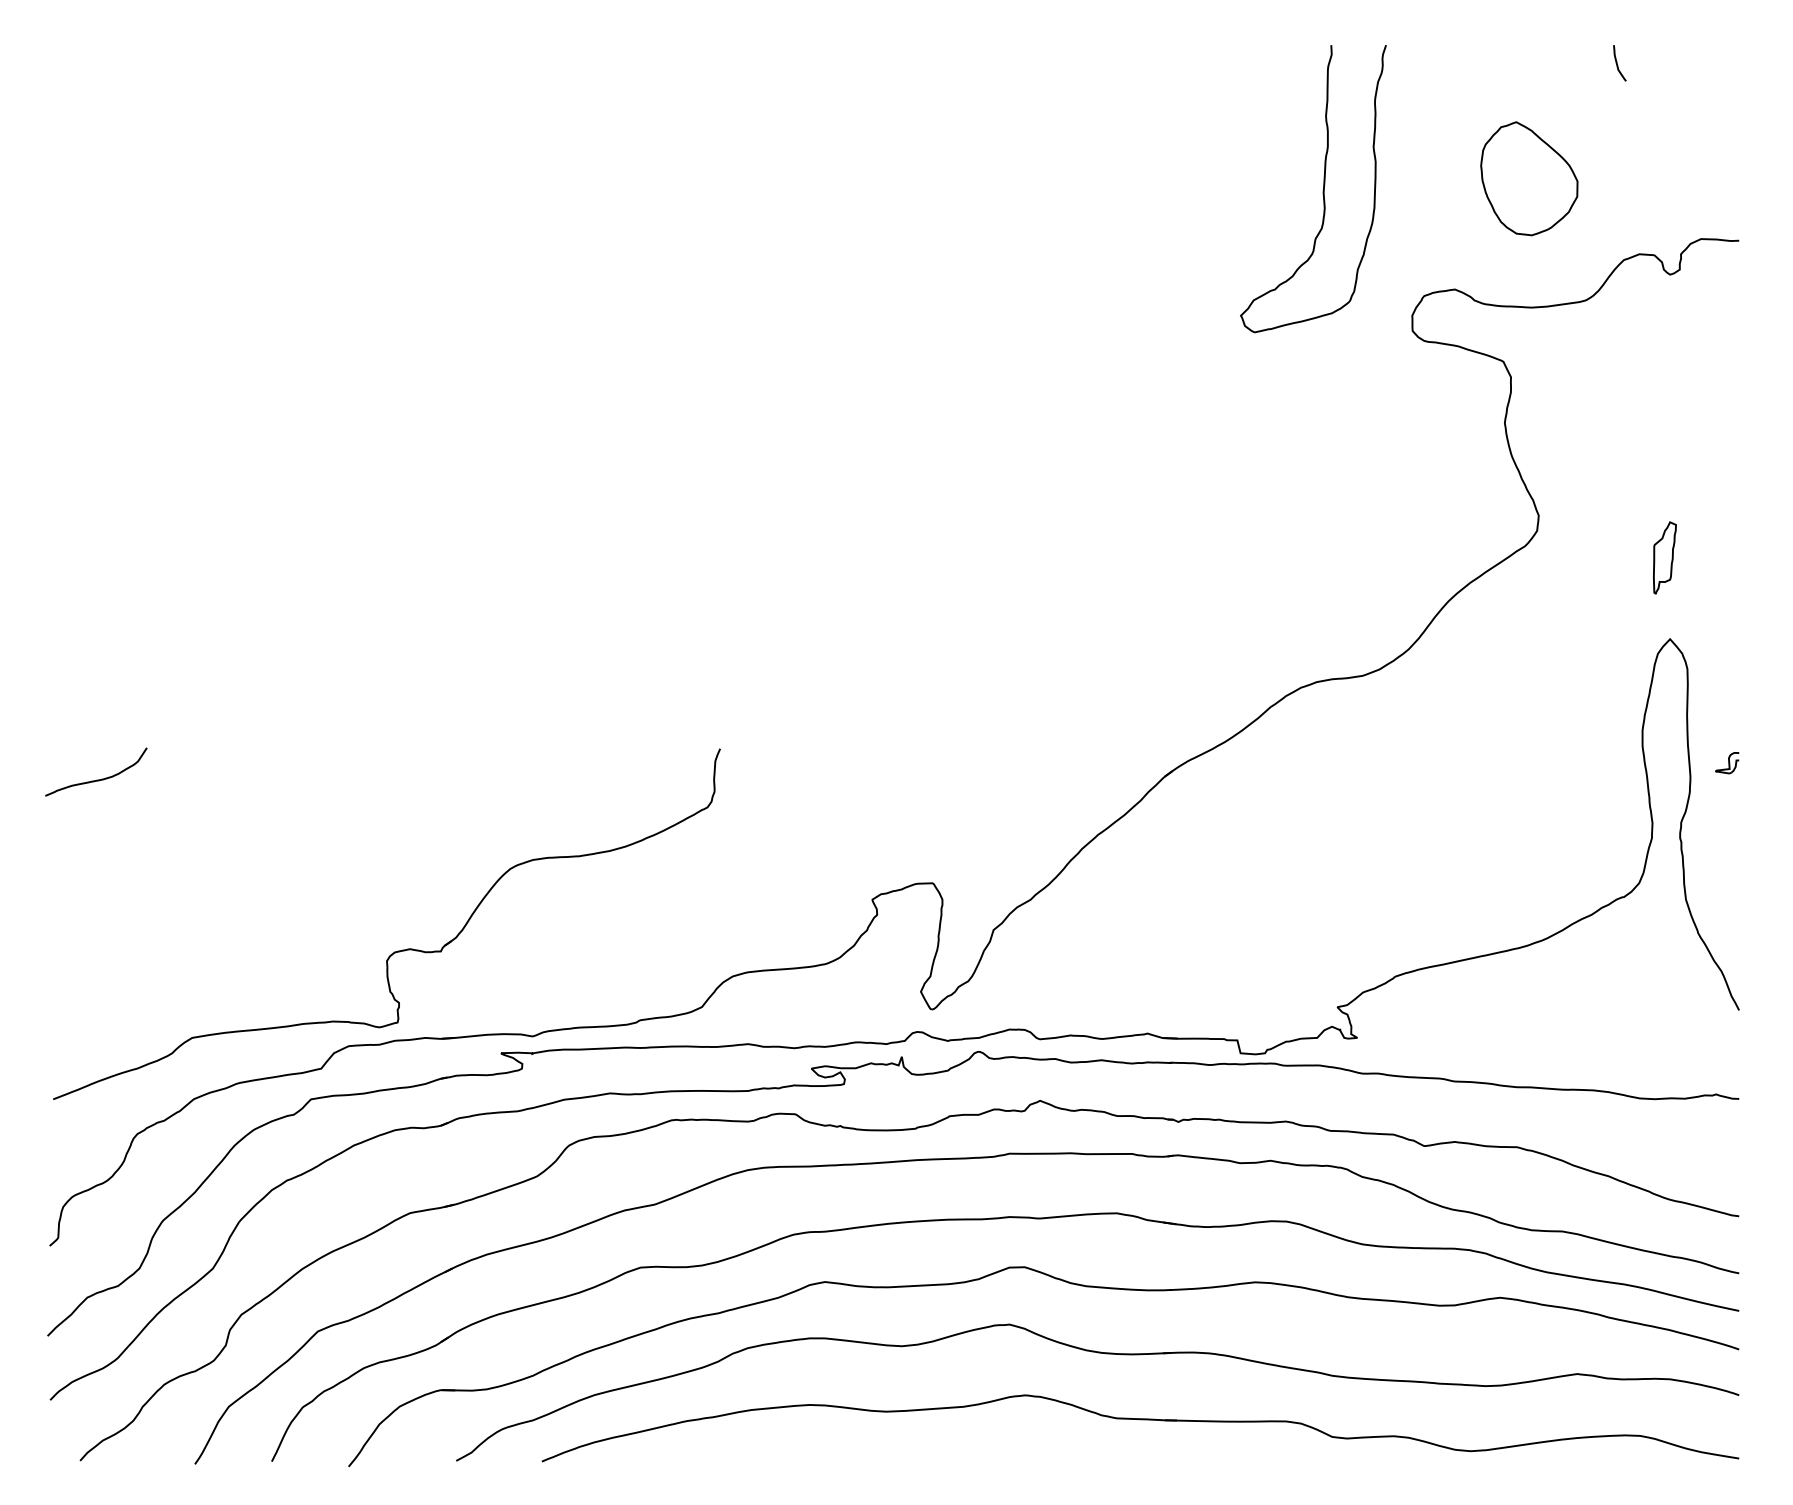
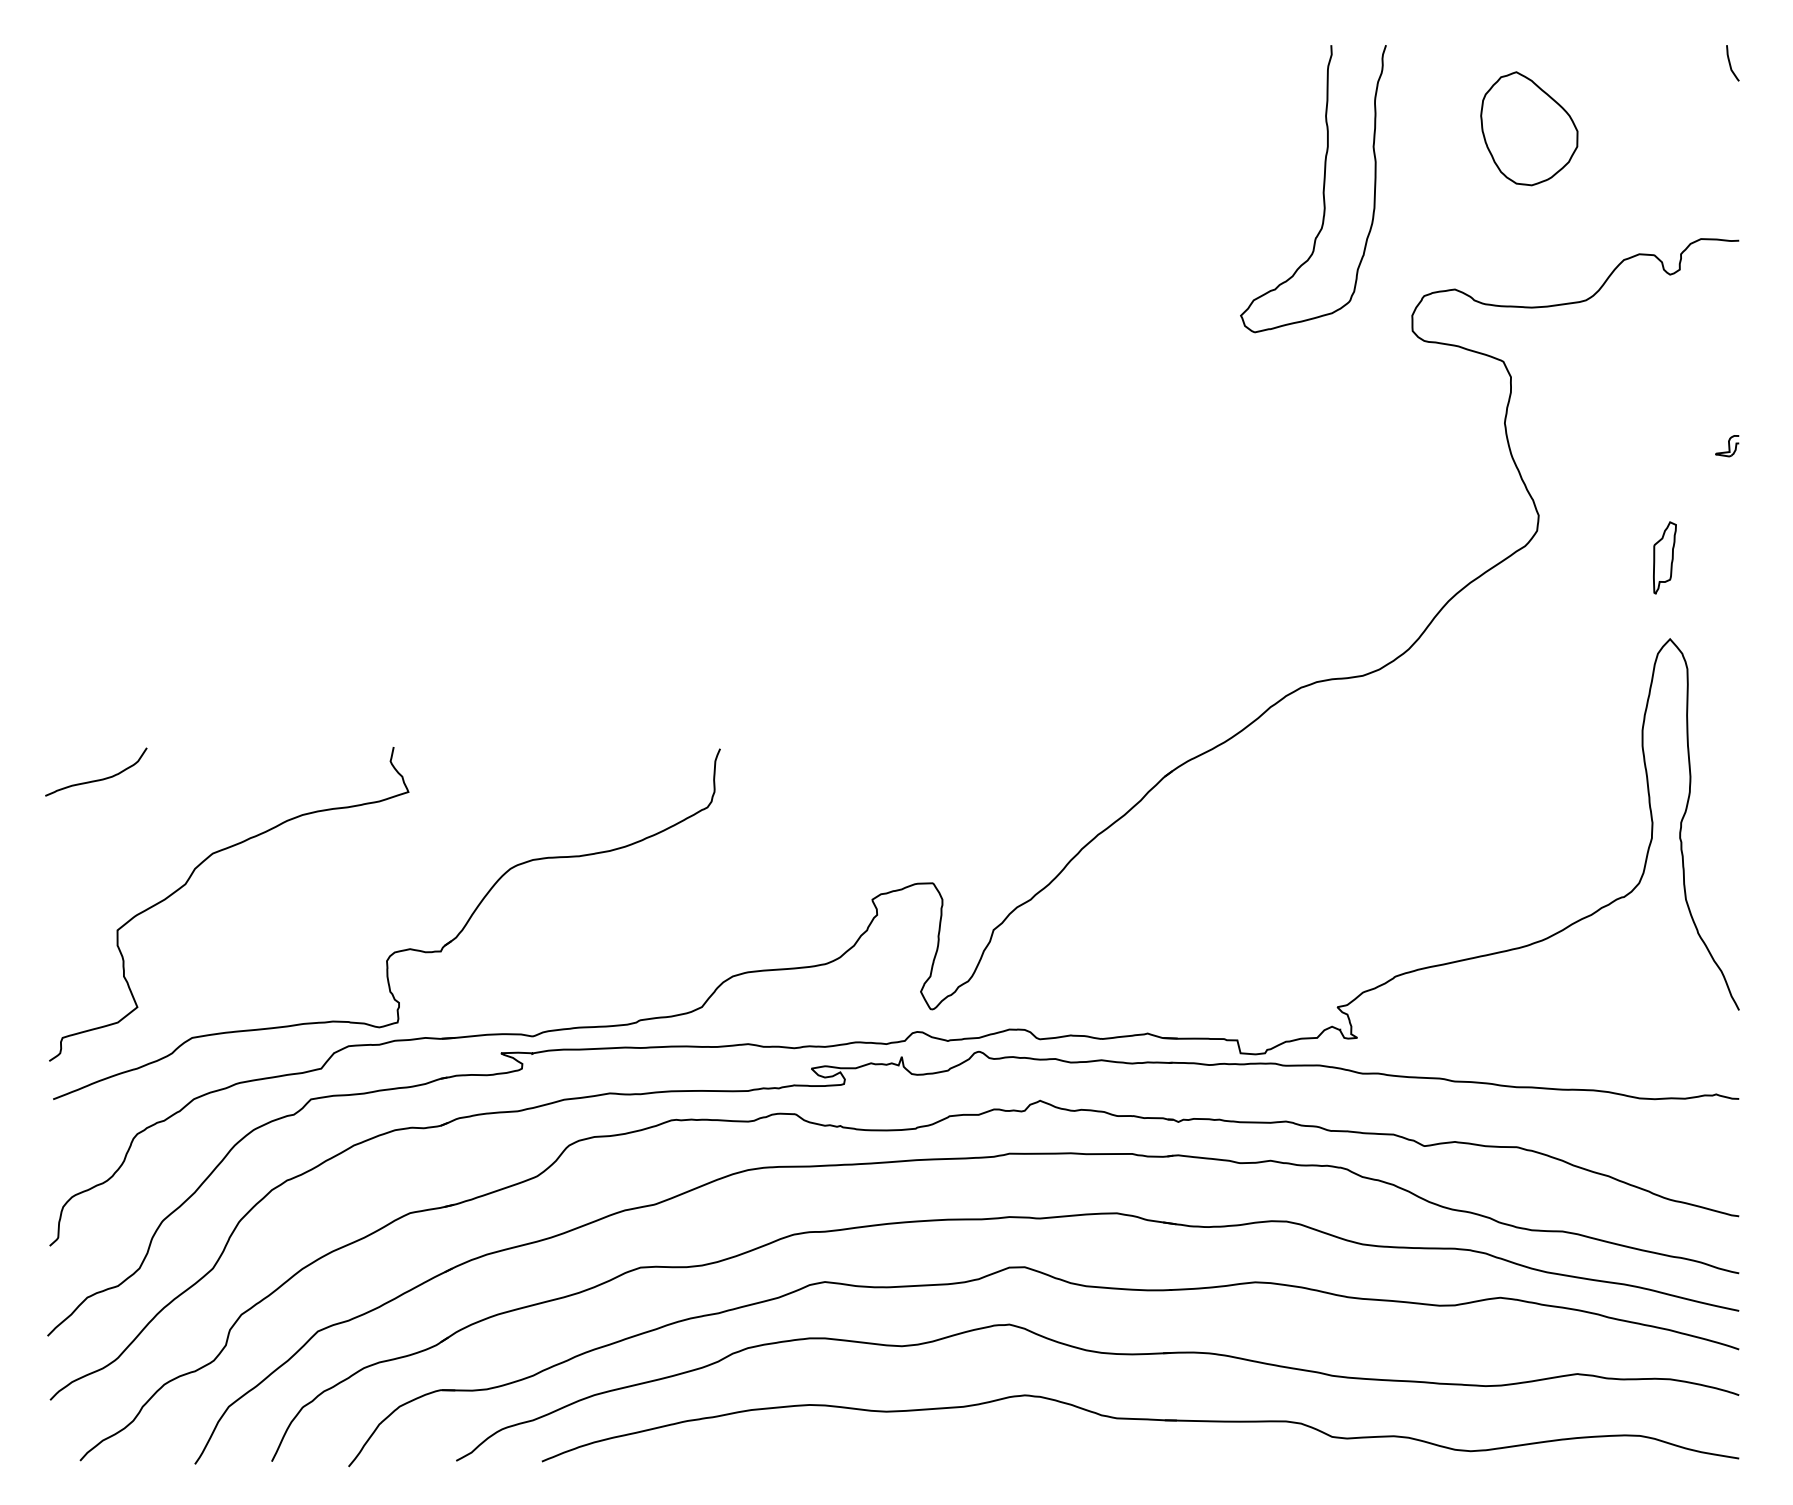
curve at (1617, 63) position: (1617, 63) -> (1730, 63)
part at (1529, 178) position: (1529, 178) -> (1529, 128)
part at (1727, 763) position: (1727, 763) -> (1727, 446)
curve at (190, 878): none -> present
